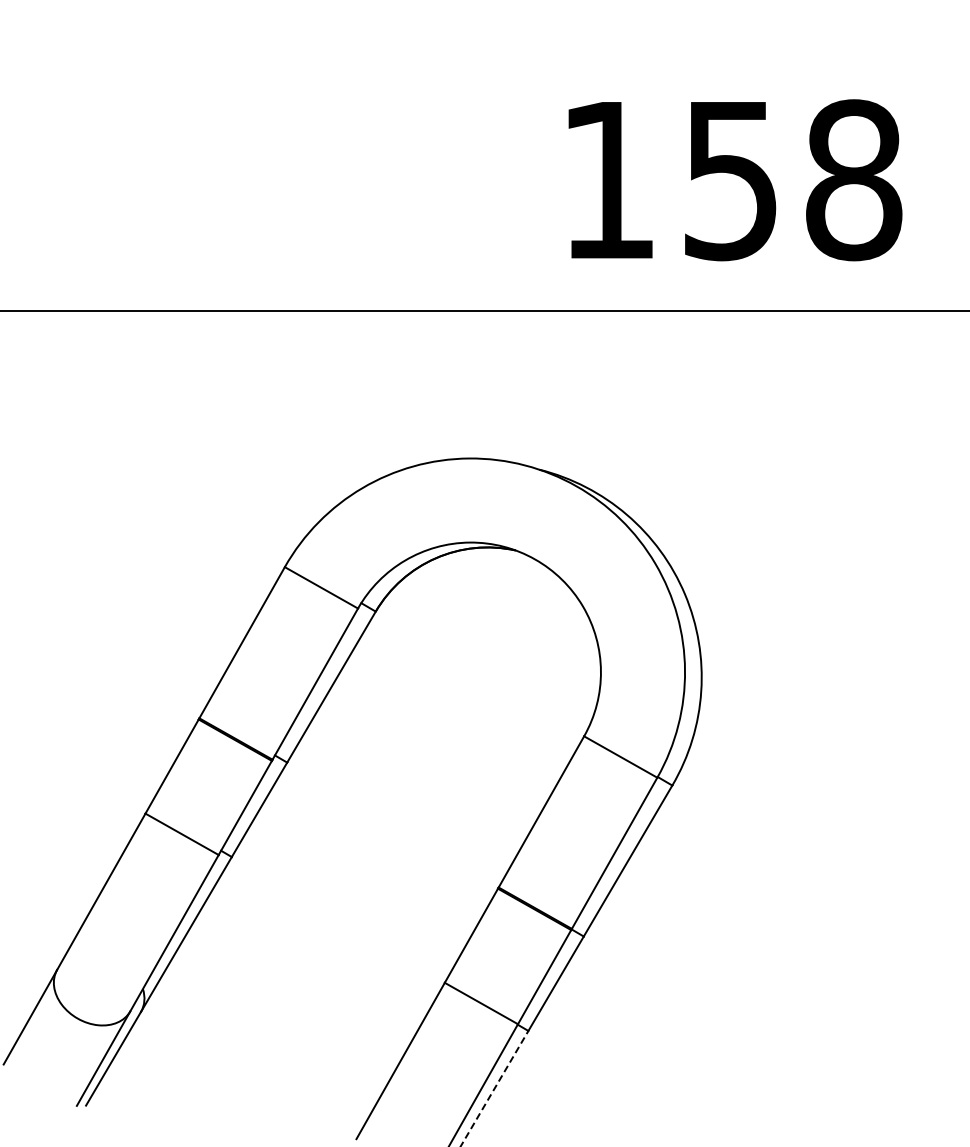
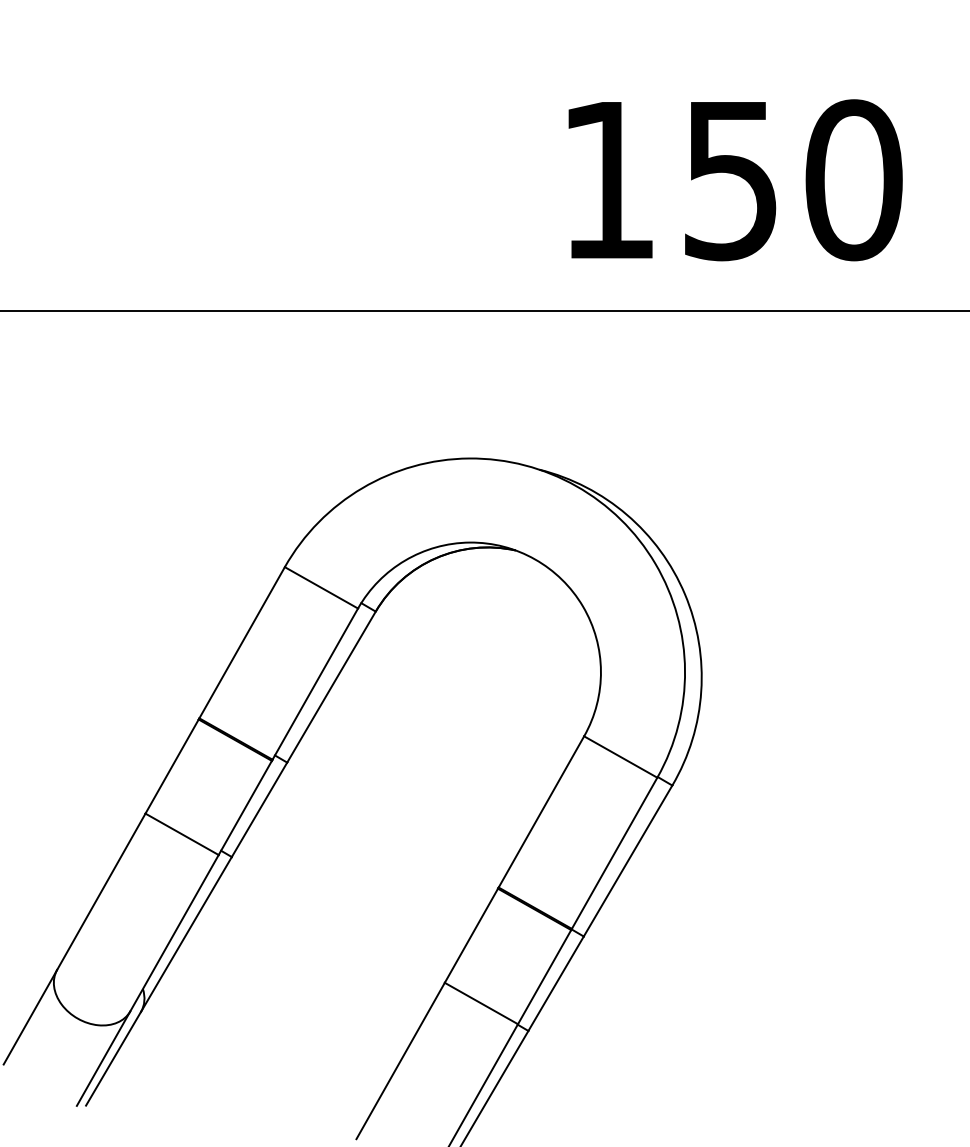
text at (853, 180): 158 -> 150
line at (494, 1088): dashed -> solid
